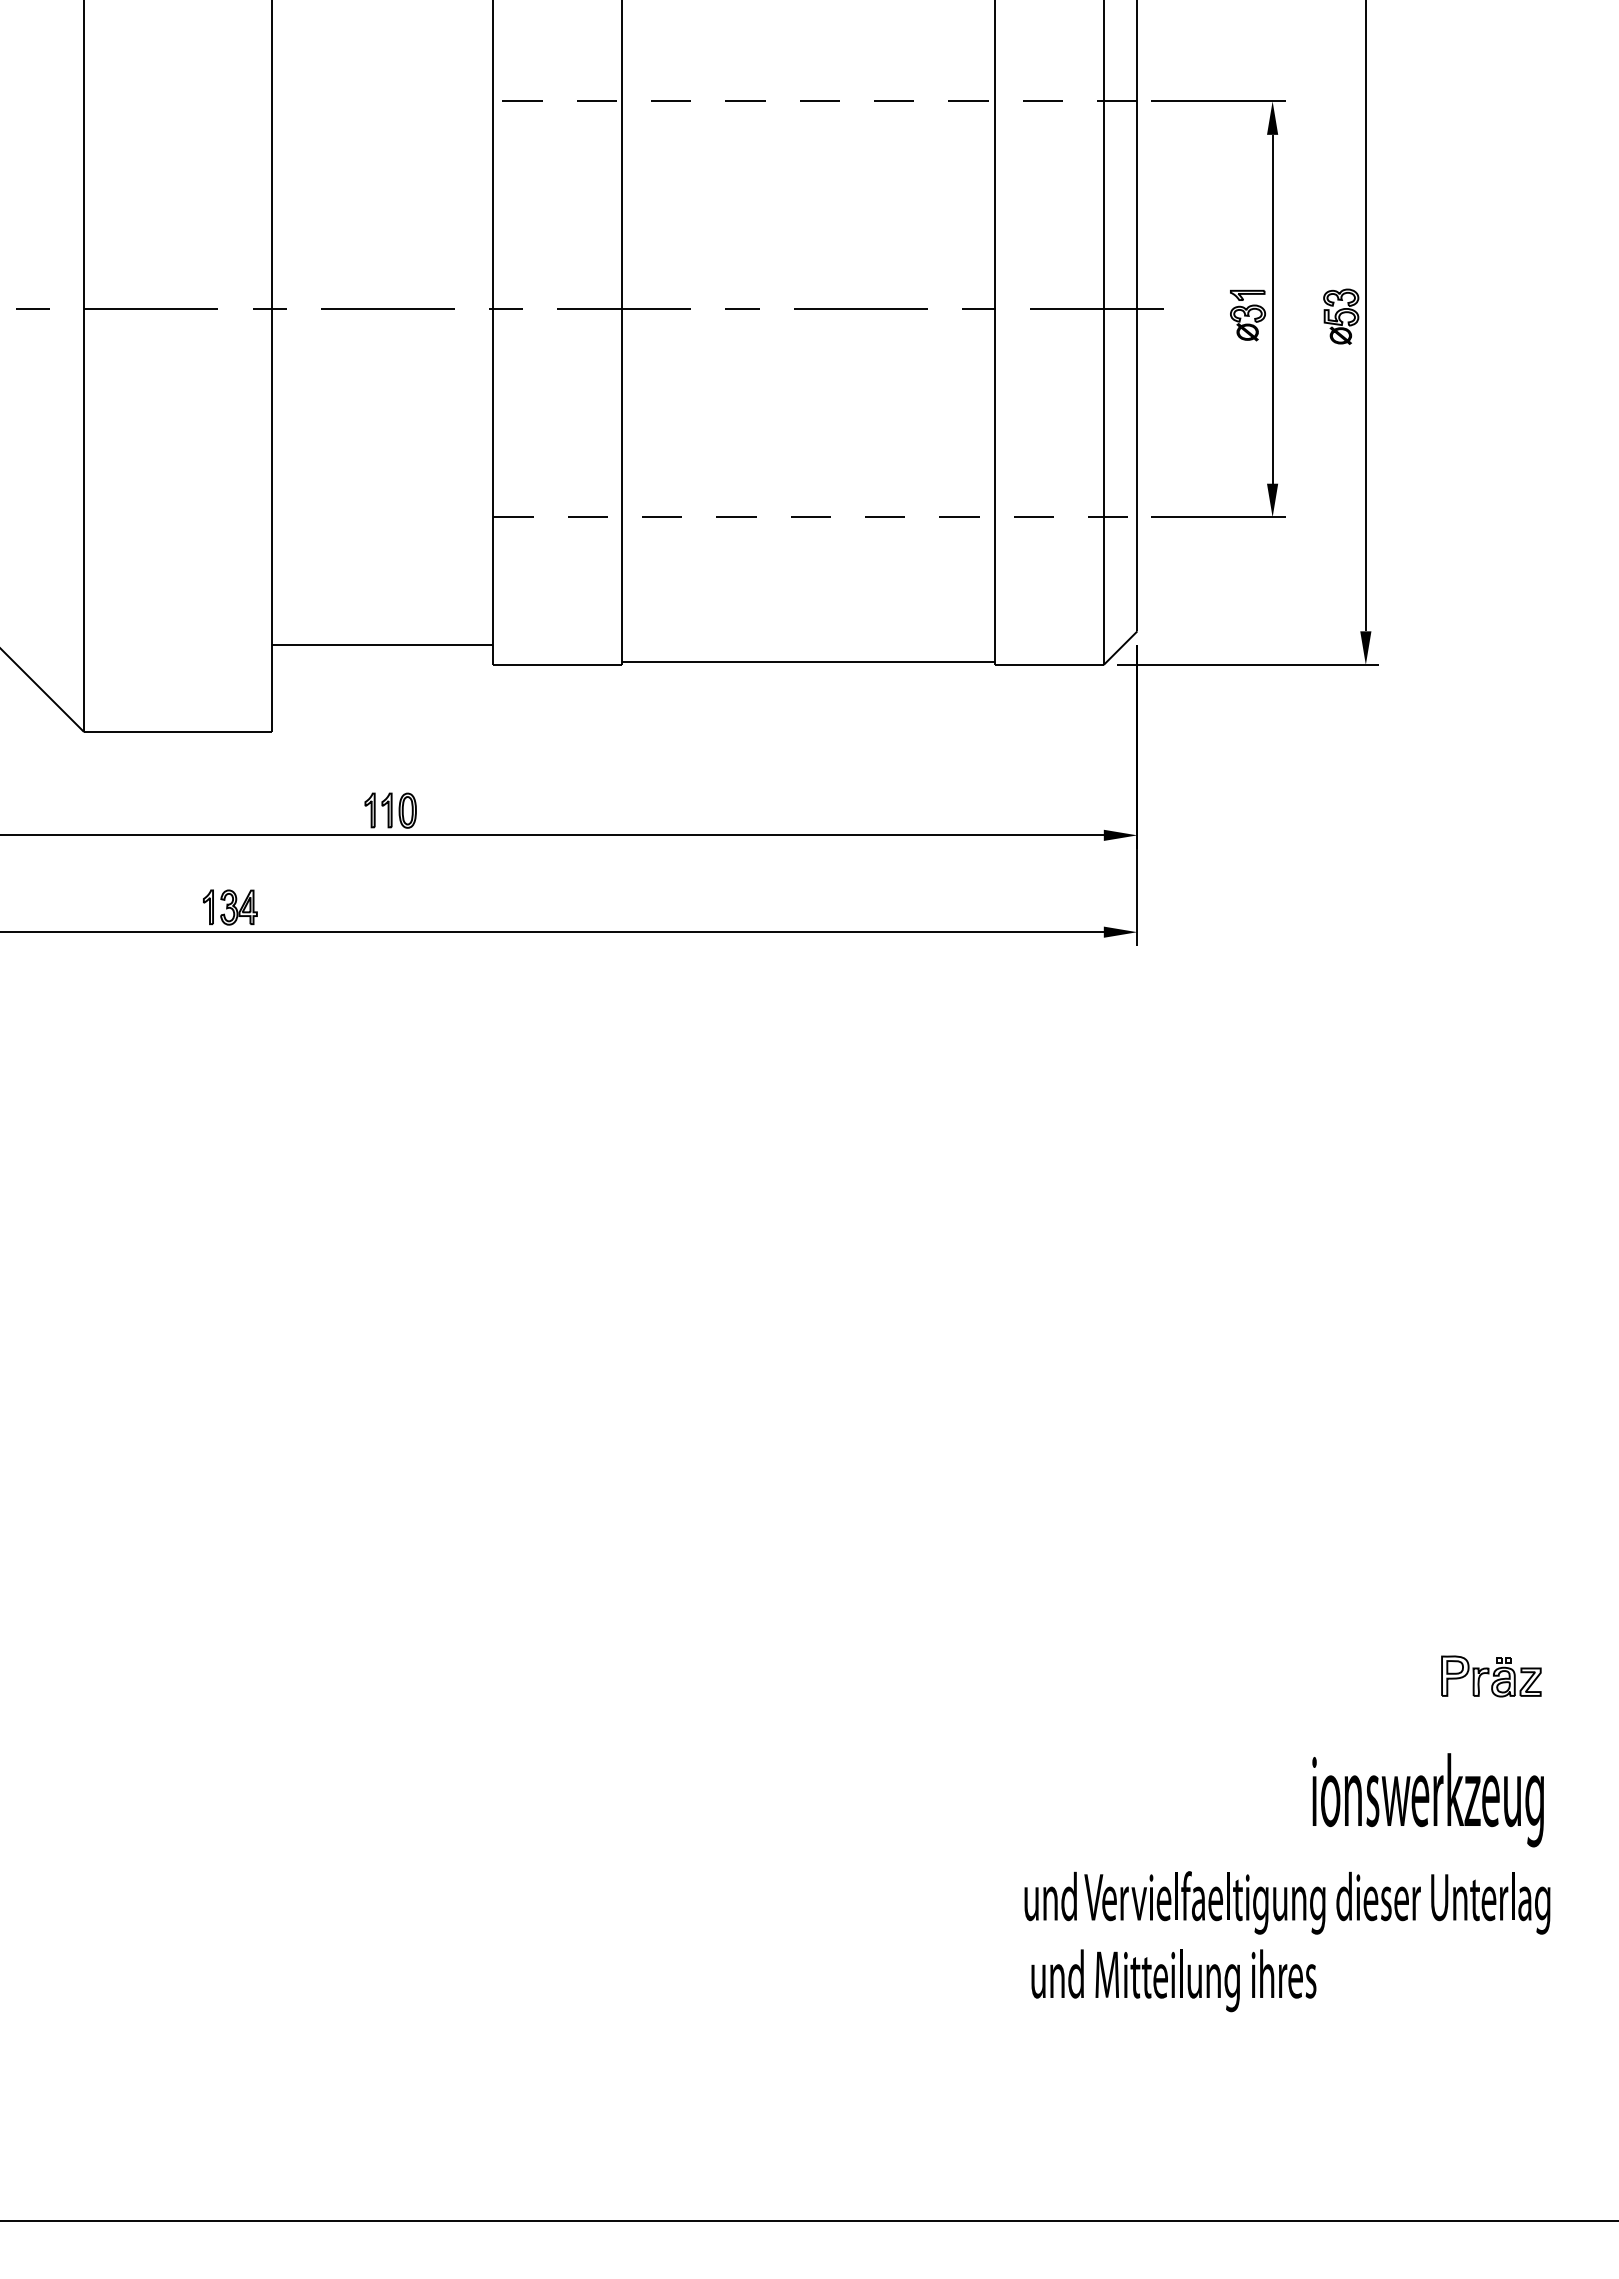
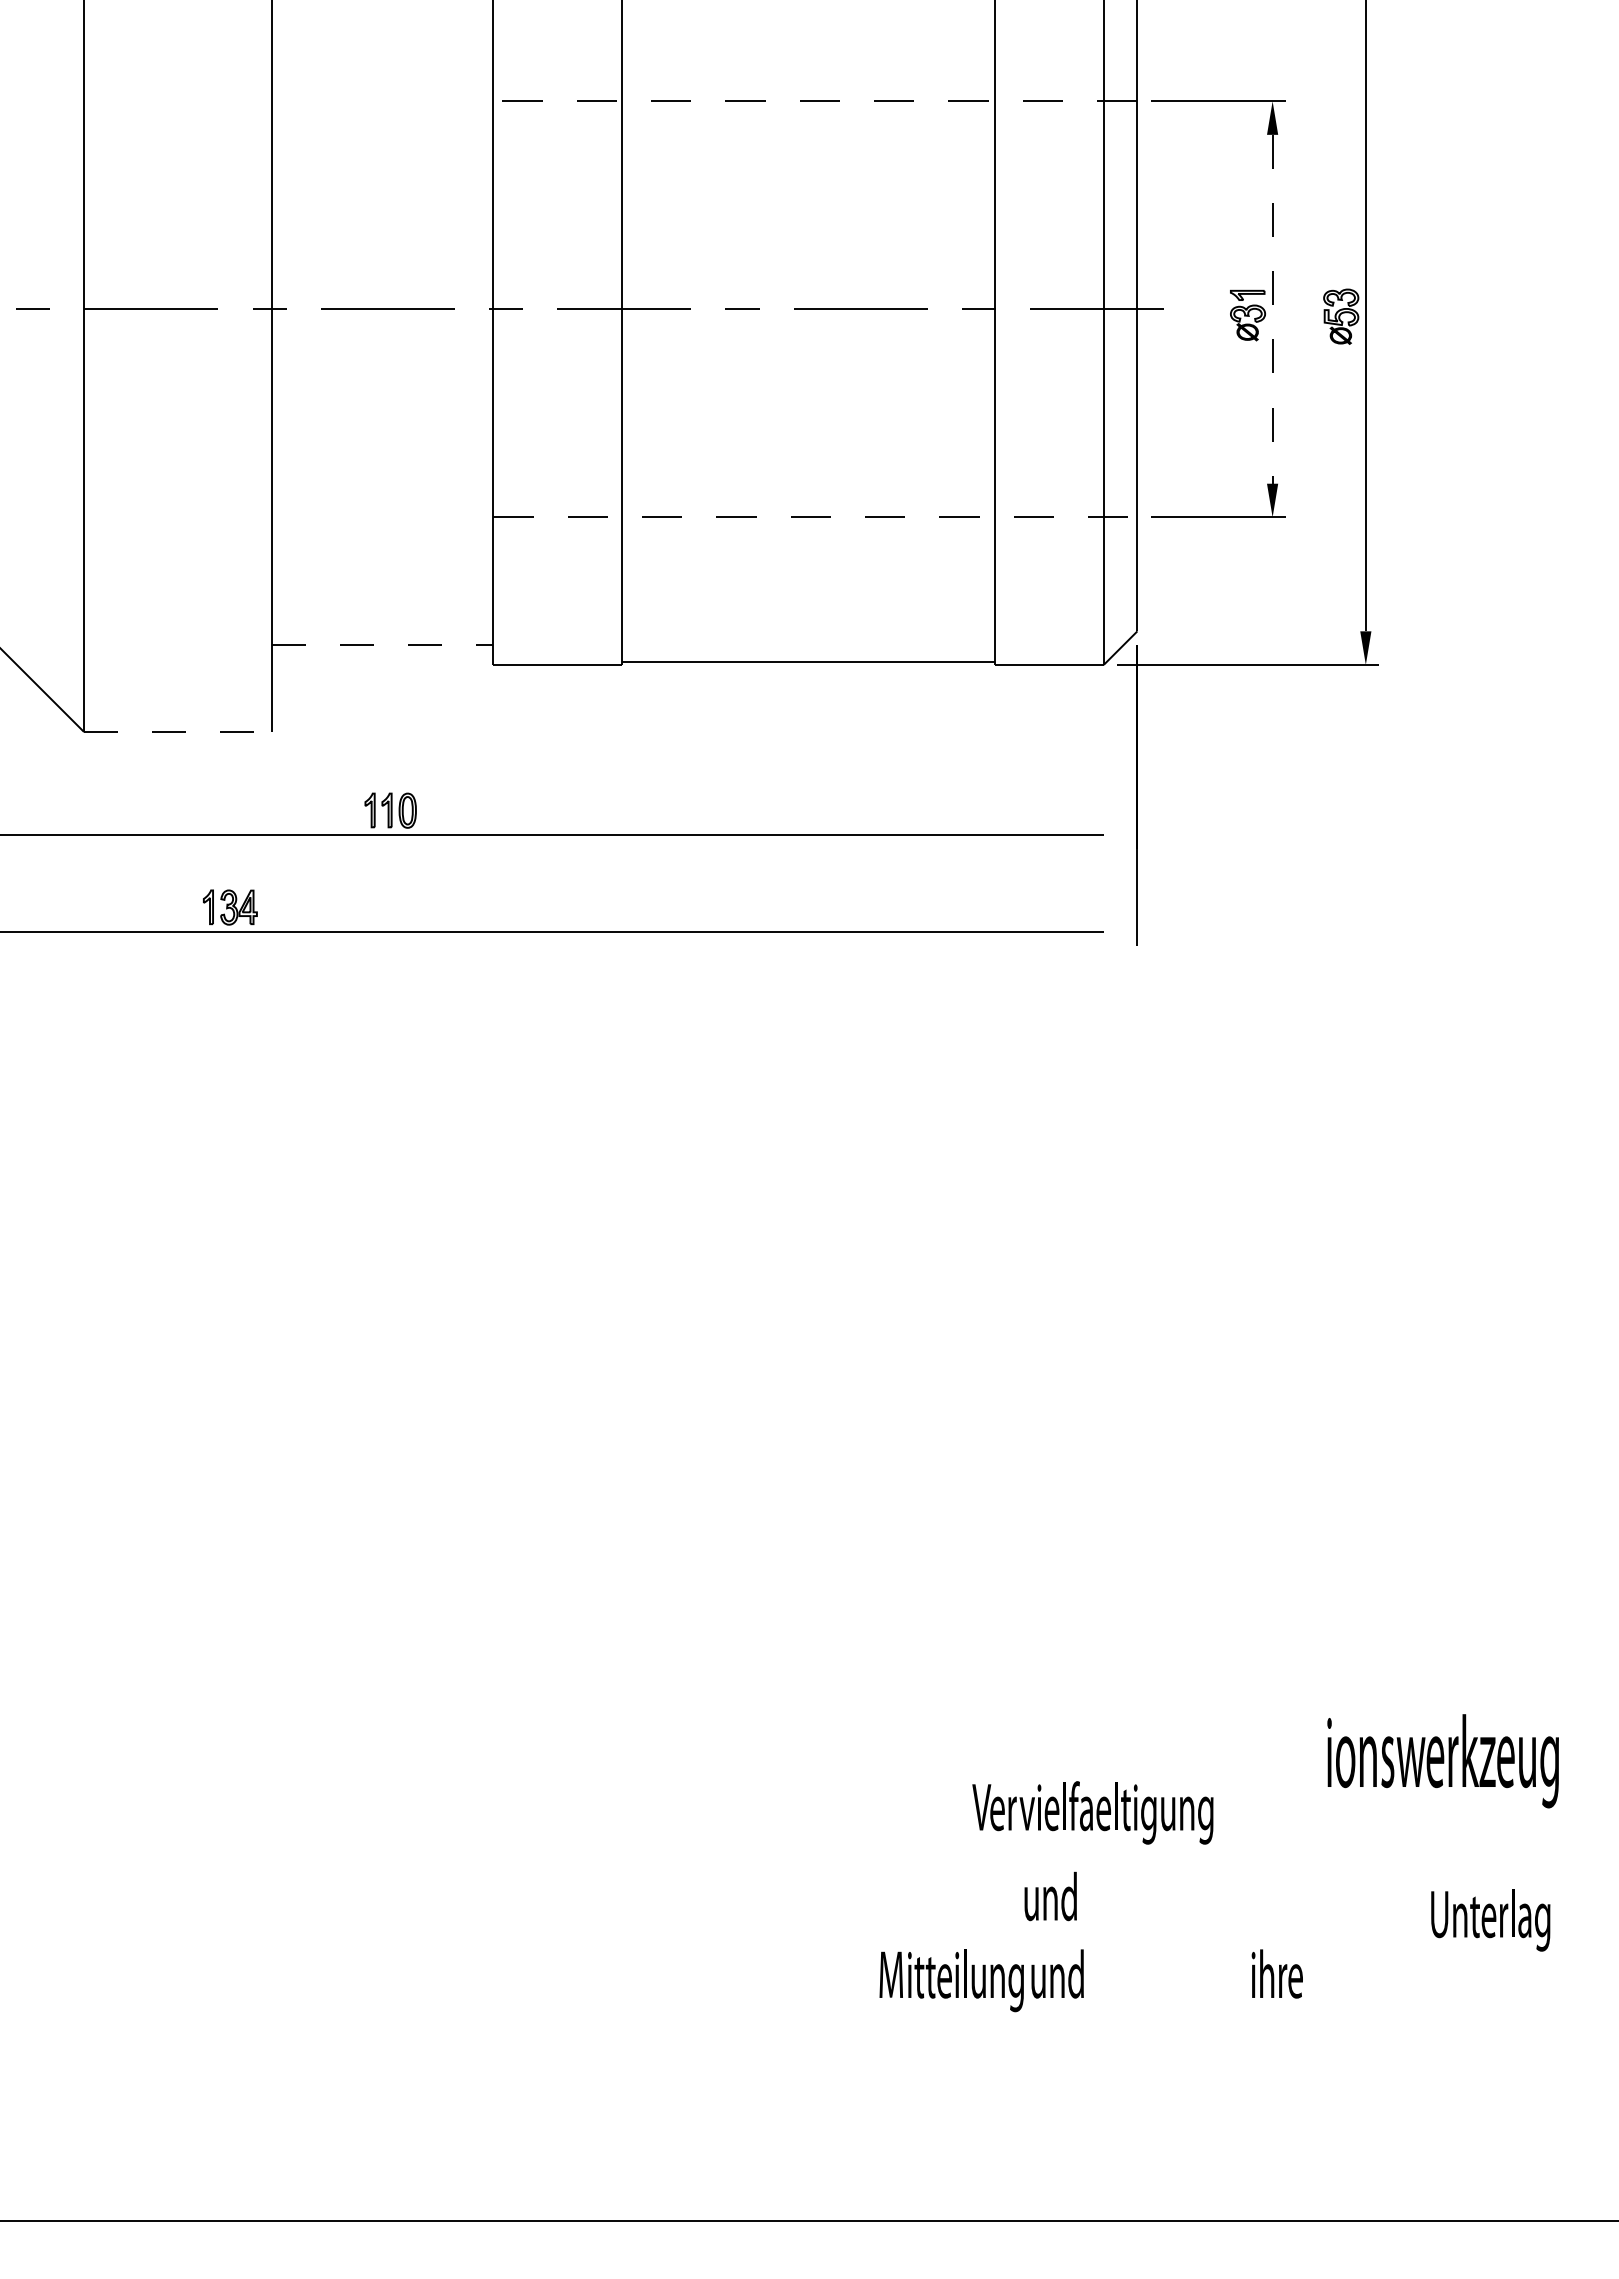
line at (1272, 309): solid -> dashed
line at (382, 644): solid -> dashed
line at (177, 732): solid -> dashed
fill at (1120, 834): present -> none
fill at (1120, 931): present -> none
part at (1491, 1676): present -> none
part at (1427, 1800) position: (1427, 1800) -> (1442, 1761)
part at (1378, 1896): present -> none
part at (1204, 1902) position: (1204, 1902) -> (1092, 1812)
part at (1490, 1903) position: (1490, 1903) -> (1490, 1920)
part at (1167, 1980) position: (1167, 1980) -> (951, 1980)
fill at (1310, 1981): present -> none
